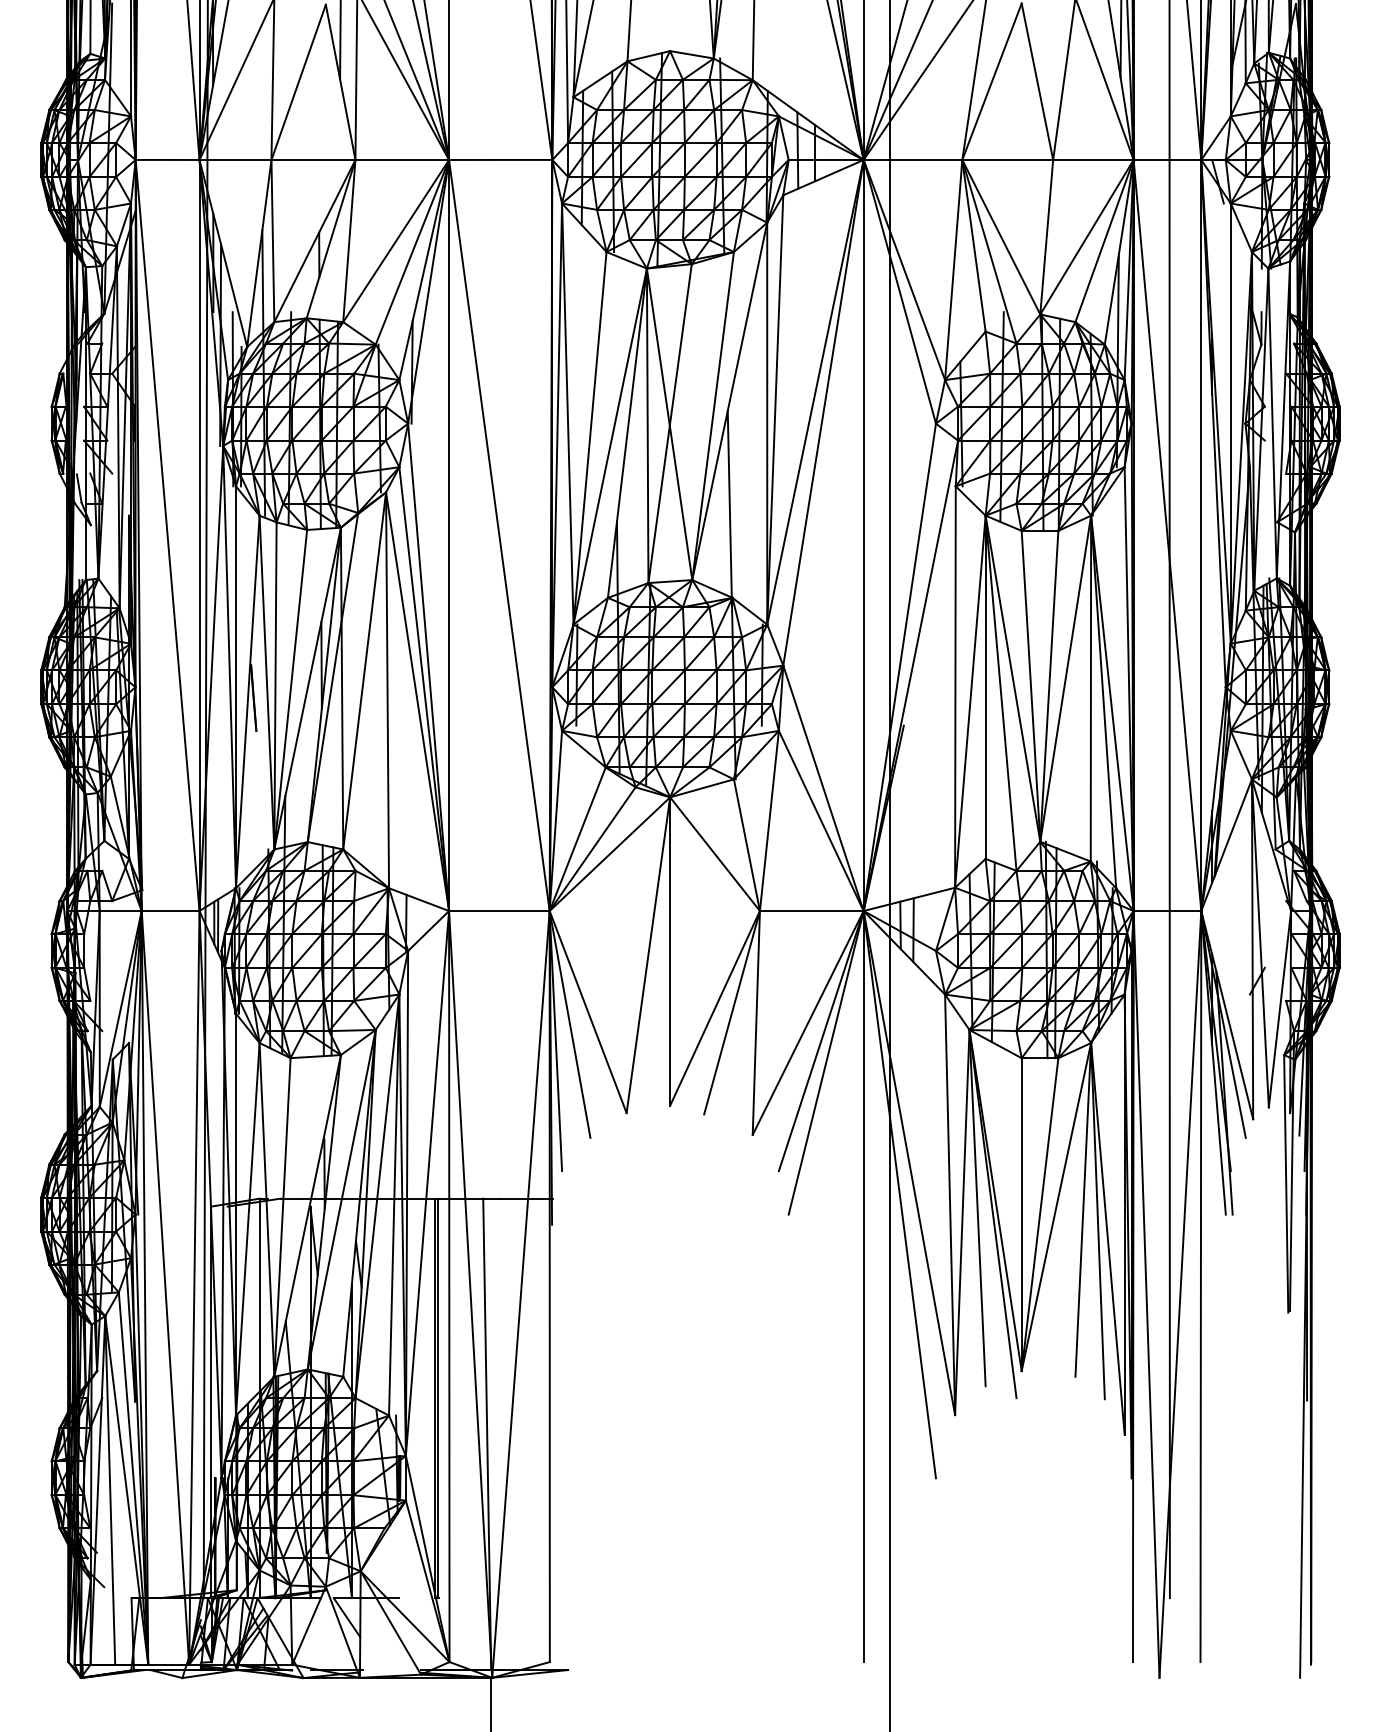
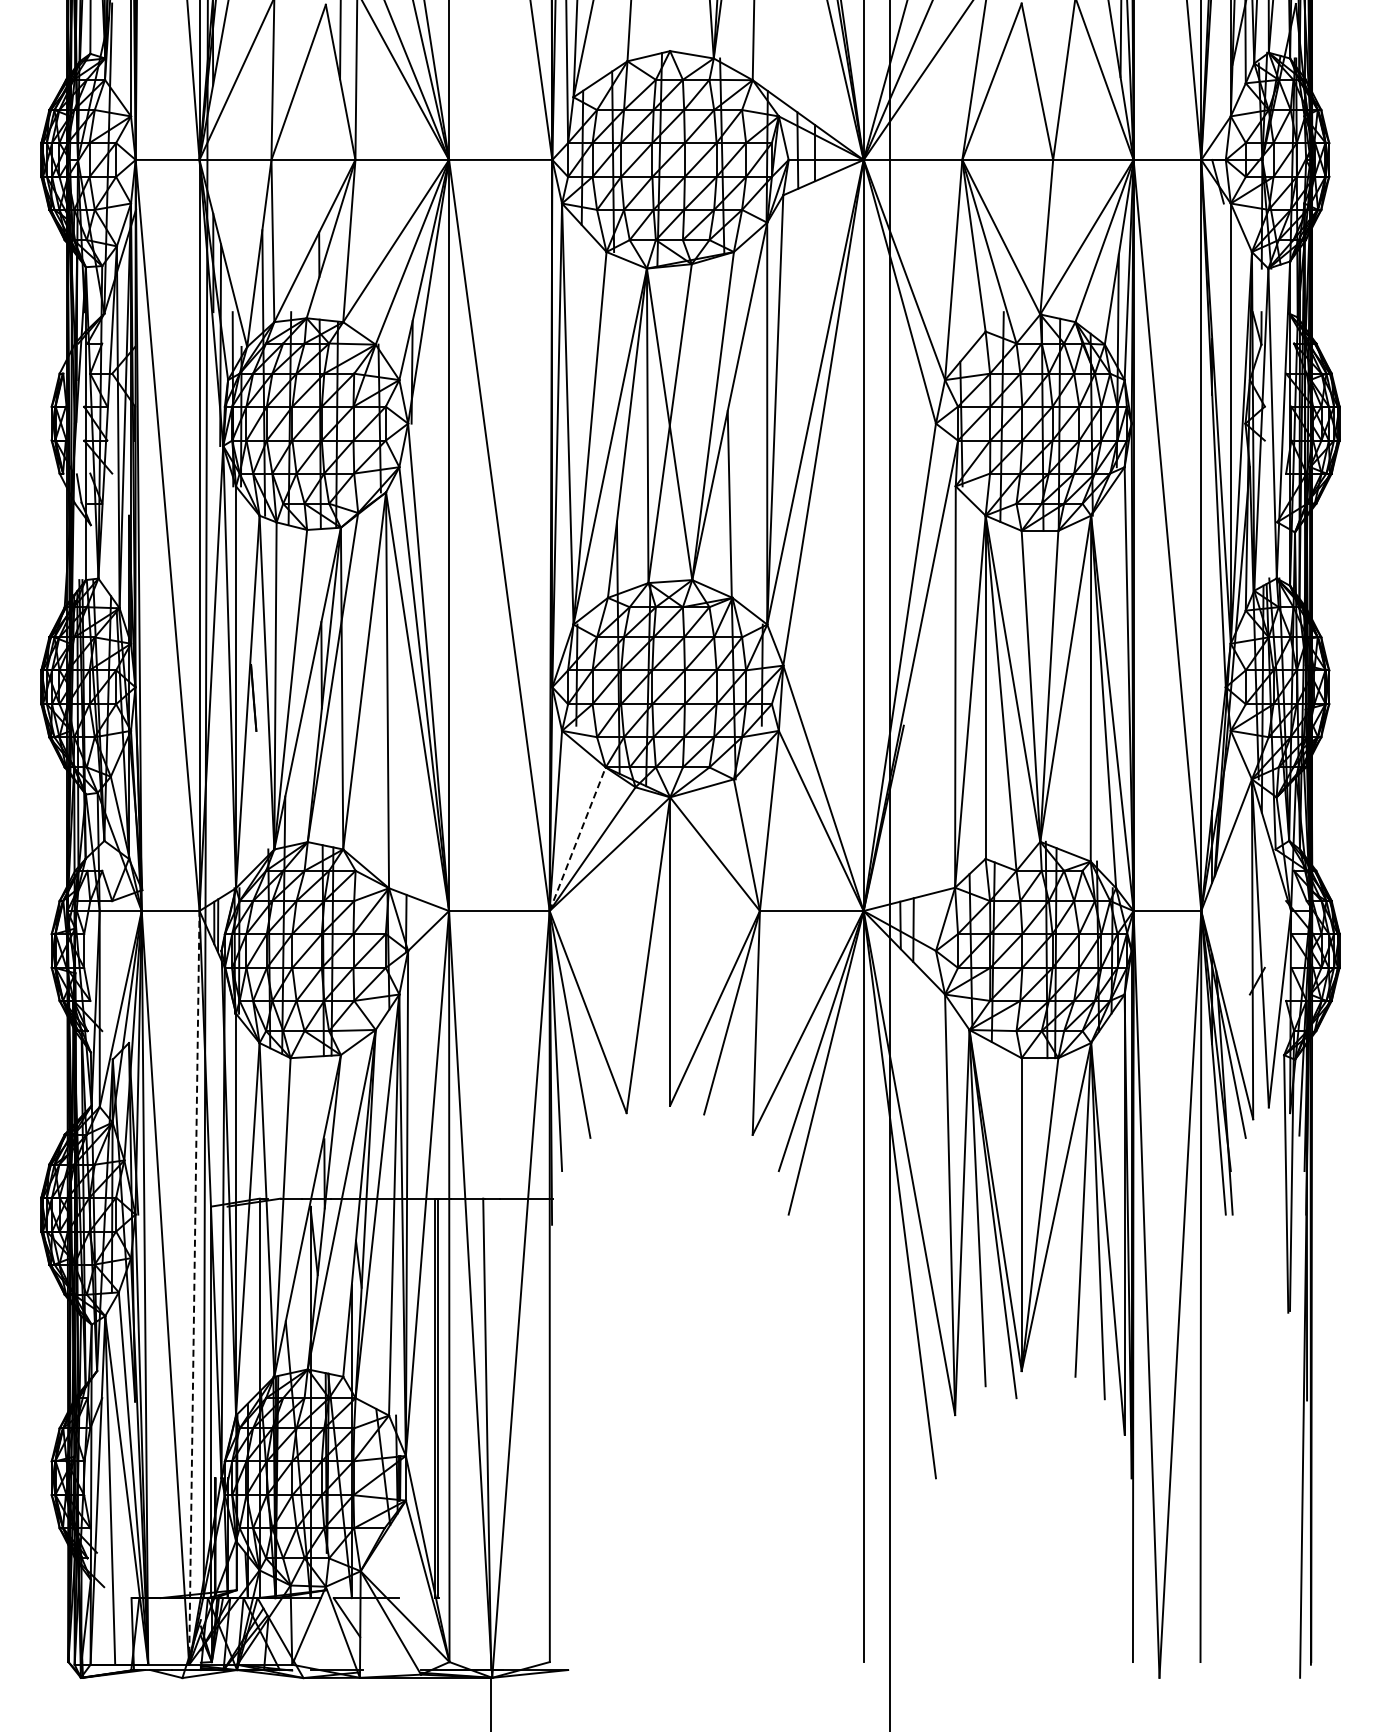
line at (1169, 800): present -> none
line at (577, 838): solid -> dashed
line at (194, 1287): solid -> dashed
